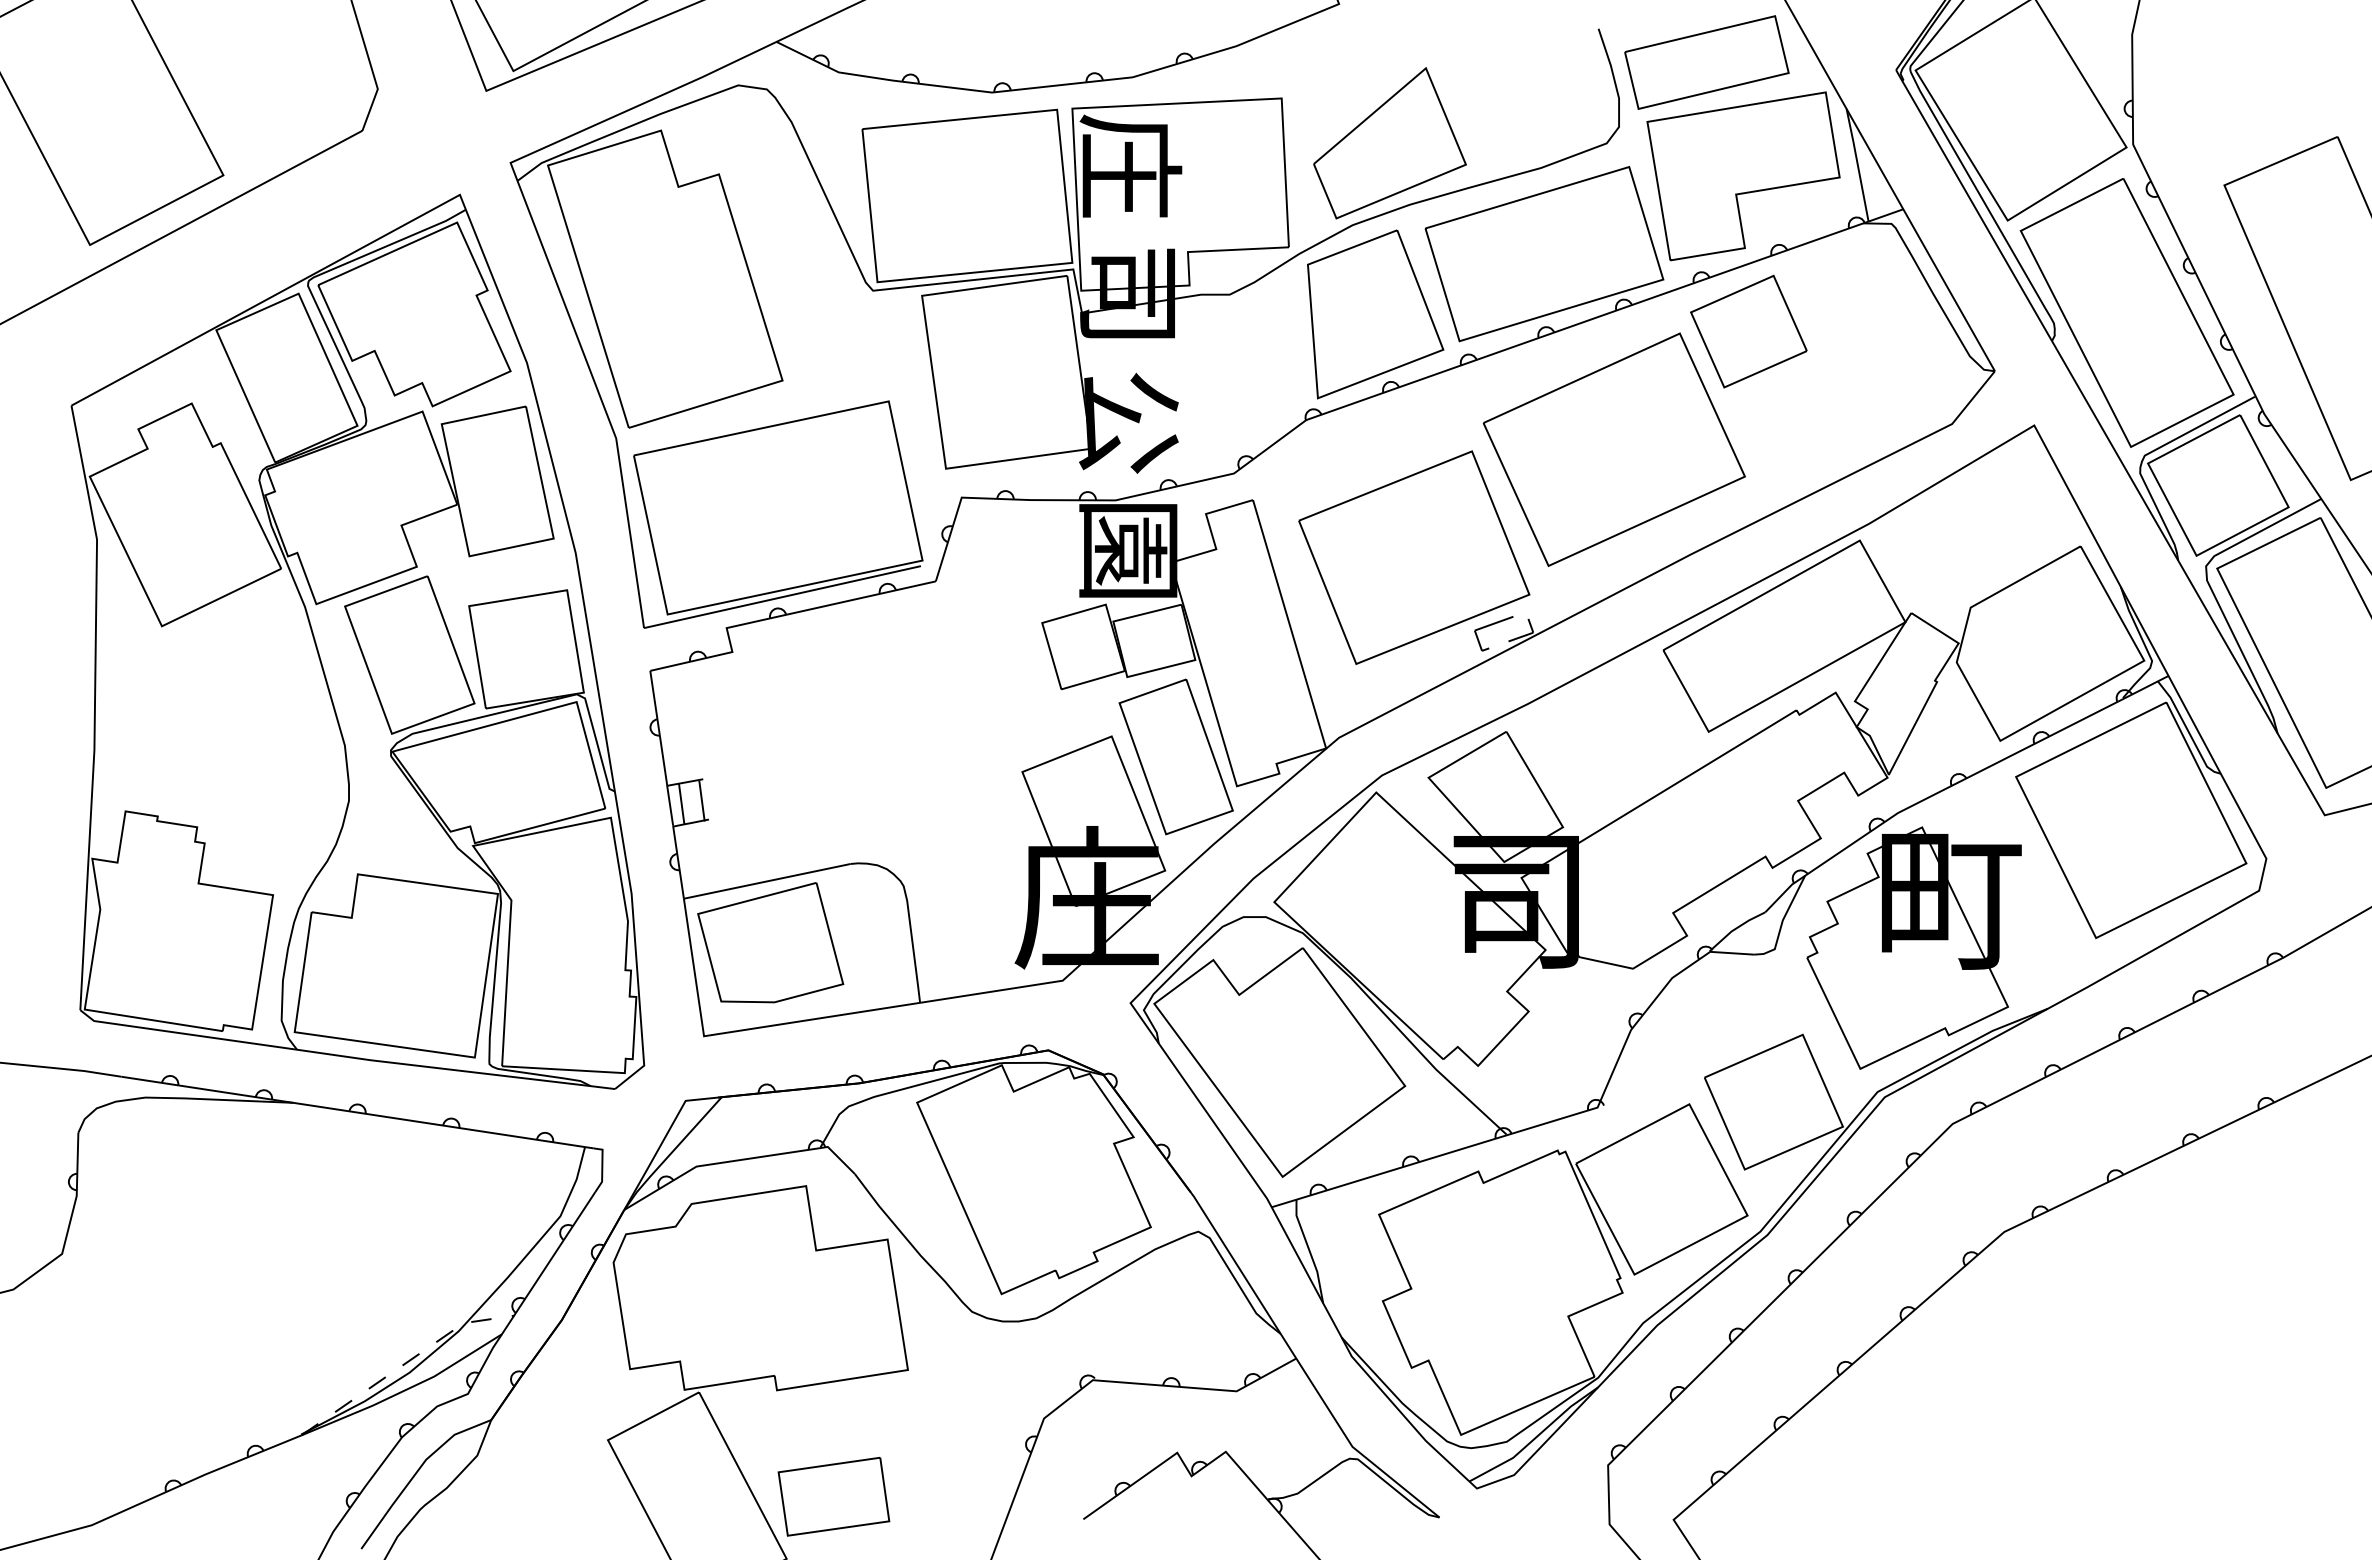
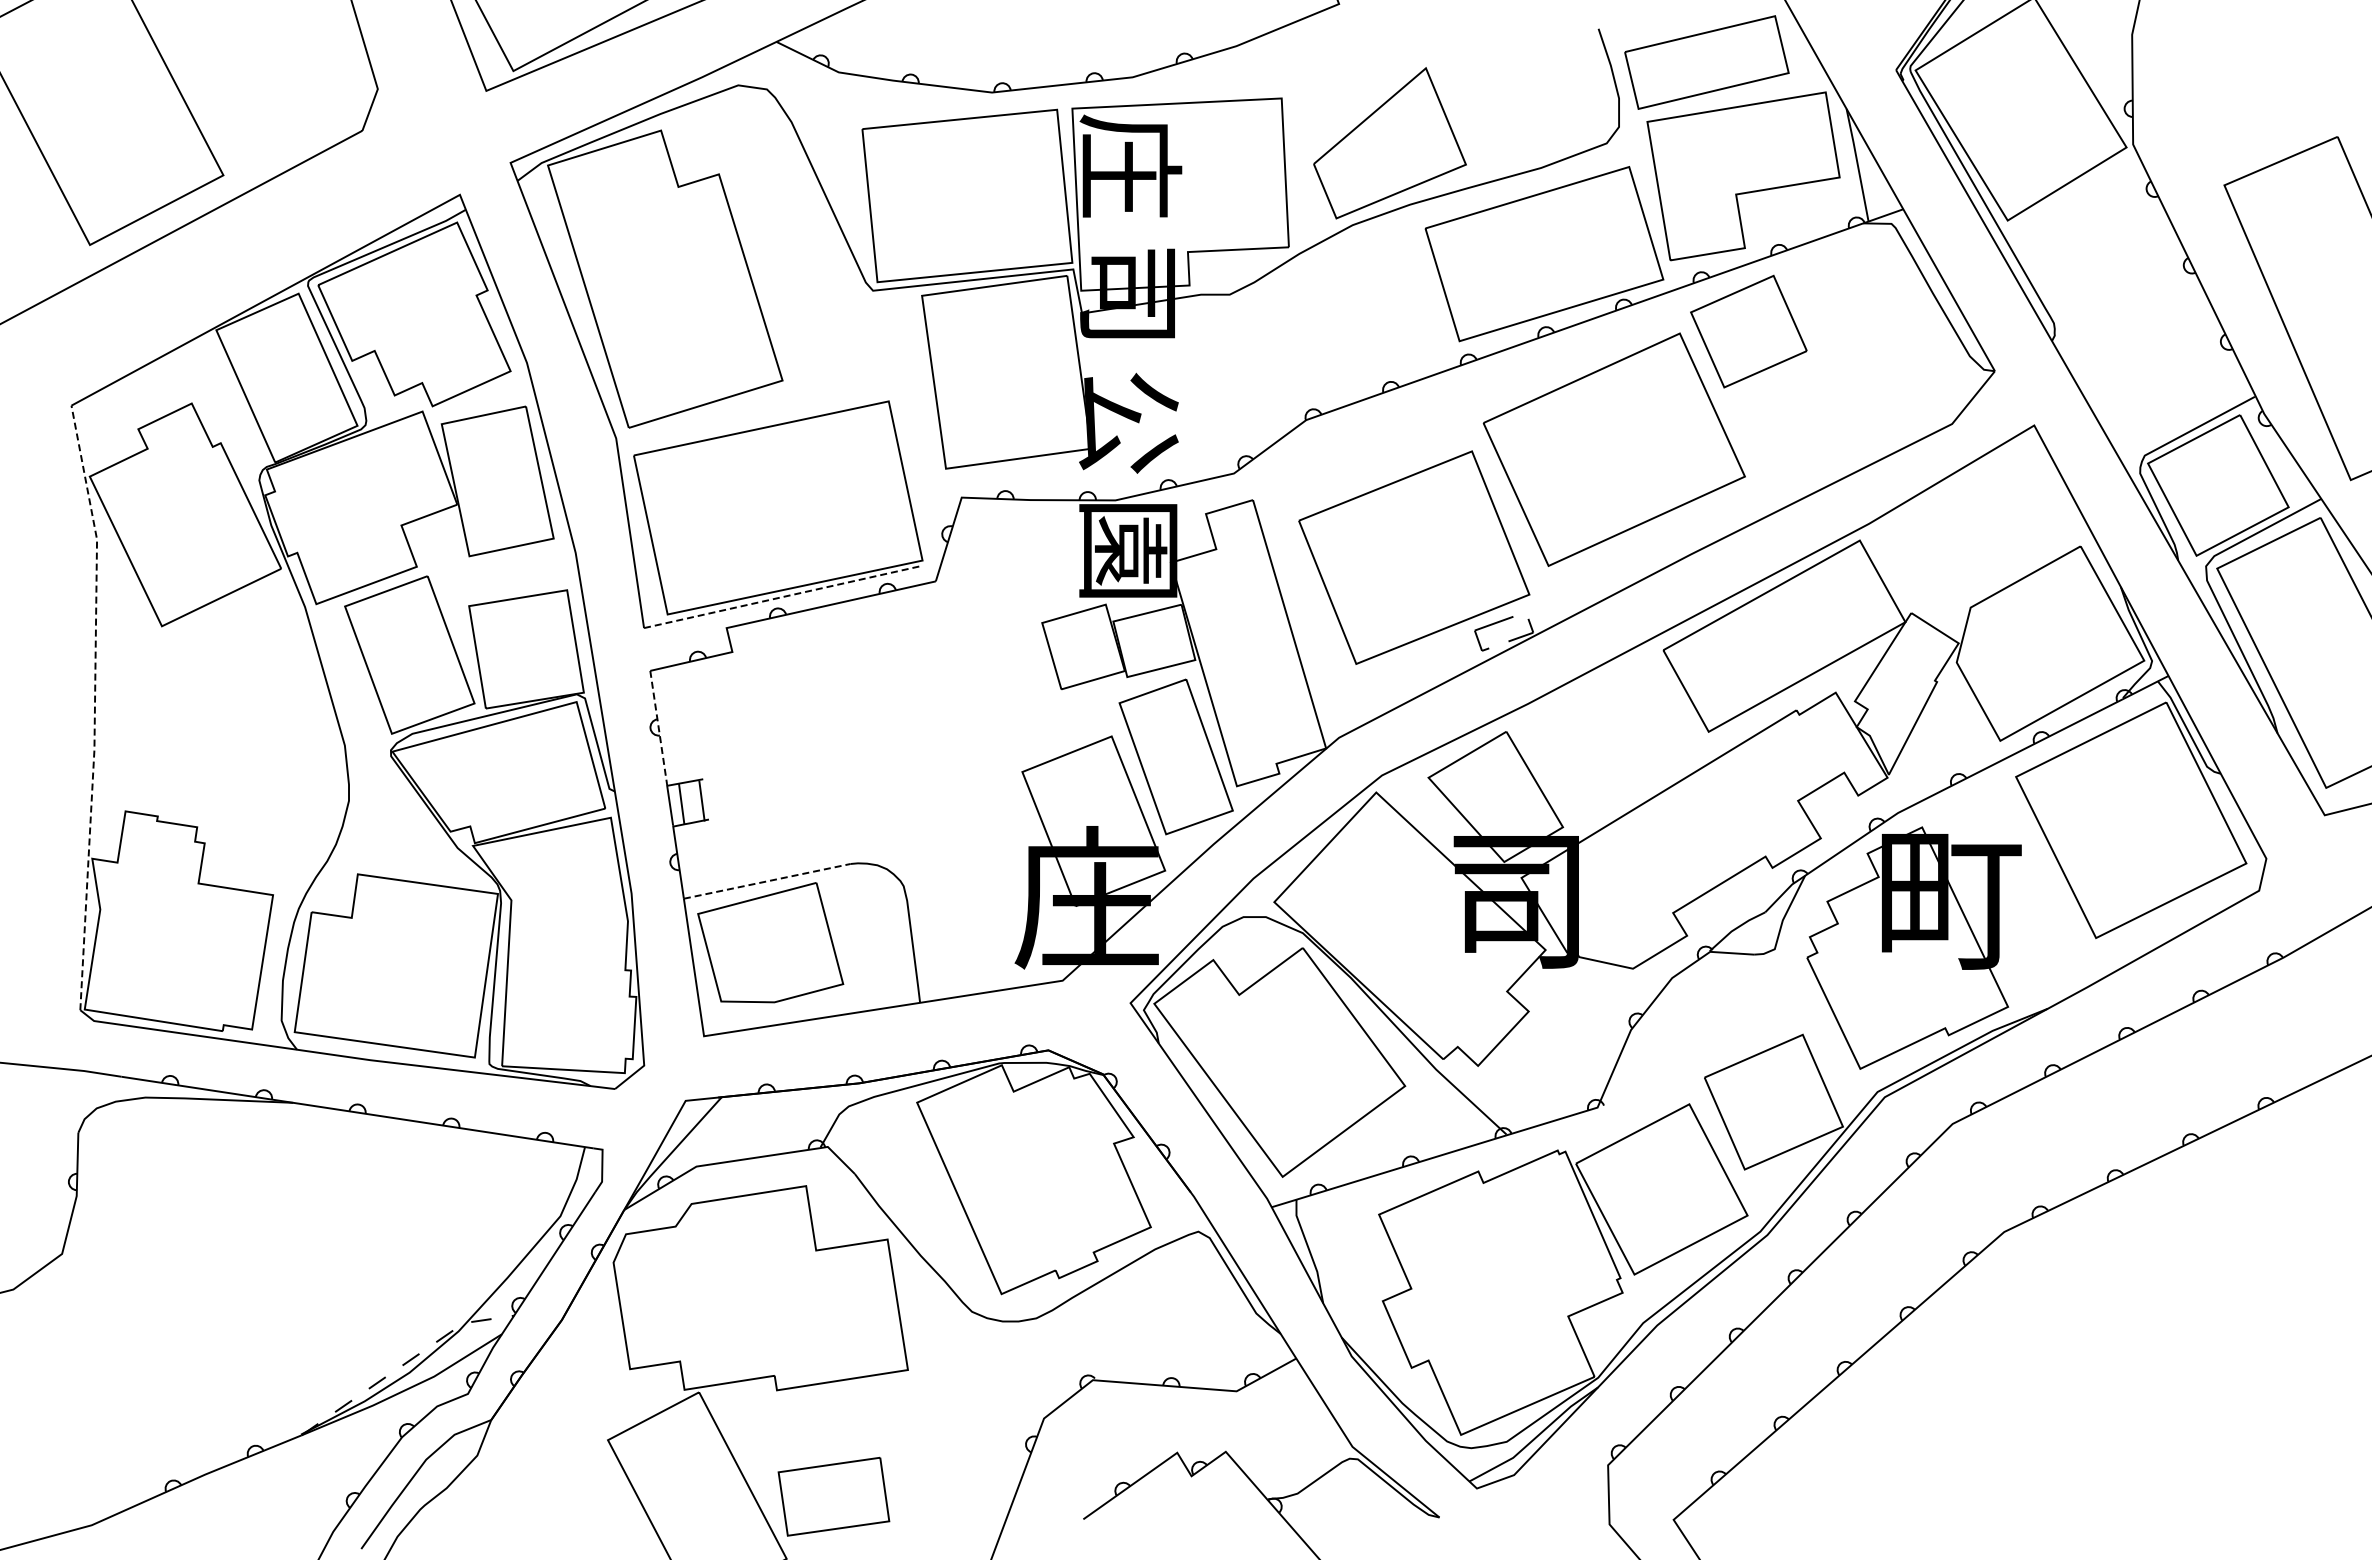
part at (2126, 312): present -> none
part at (1375, 314): present -> none
line at (782, 597): solid -> dashed
line at (94, 706): solid -> dashed
line at (658, 727): solid -> dashed
line at (767, 881): solid -> dashed
